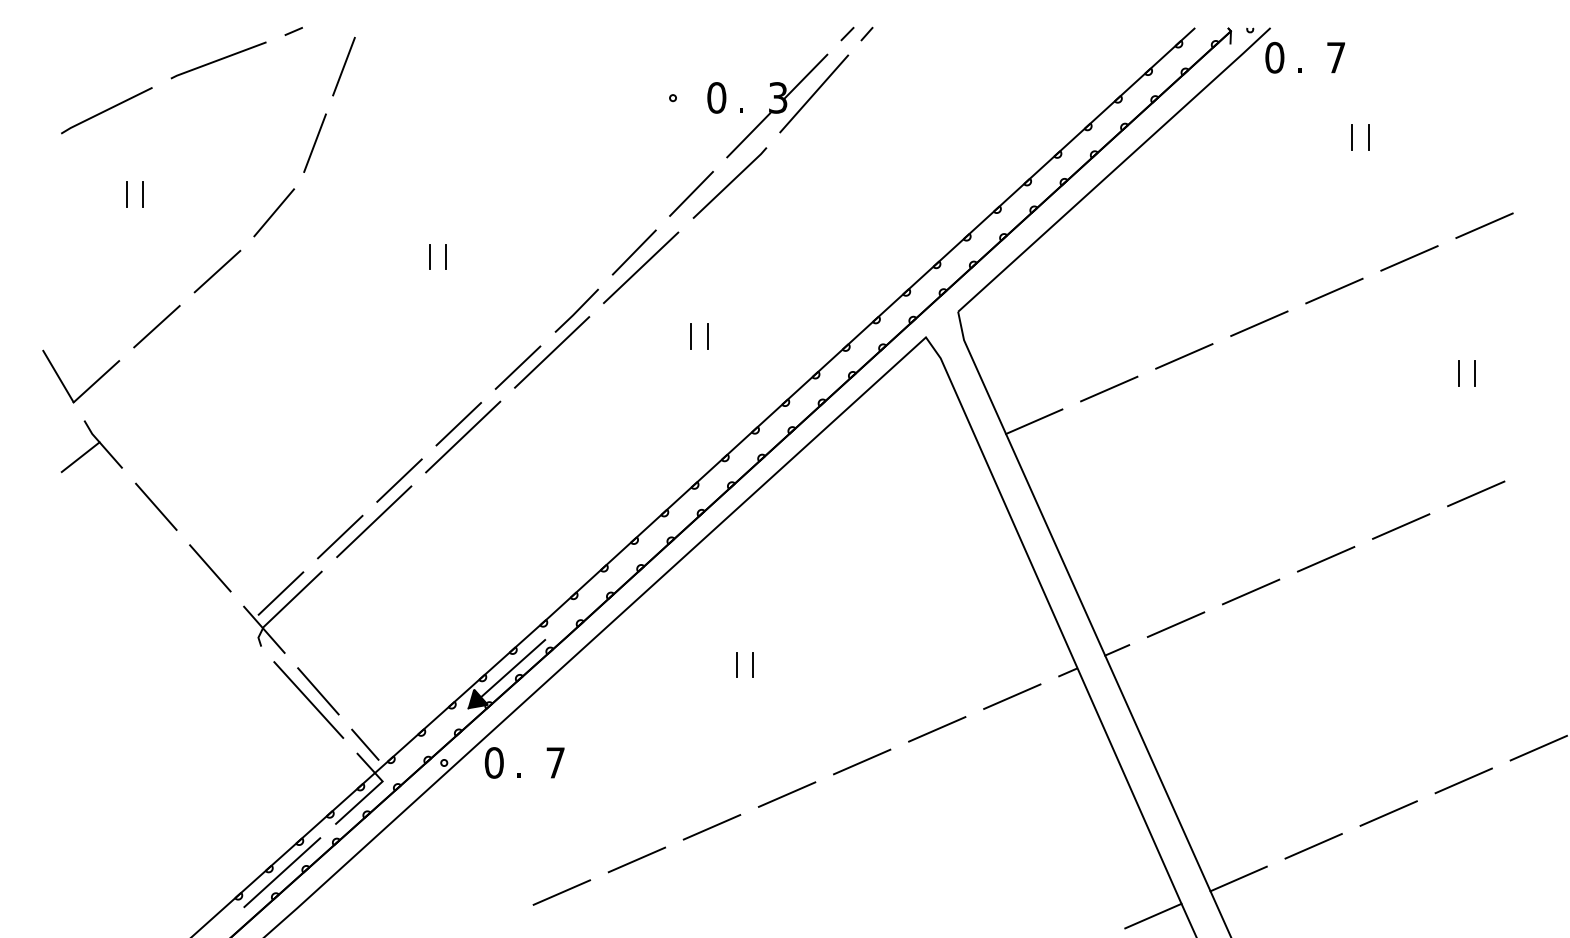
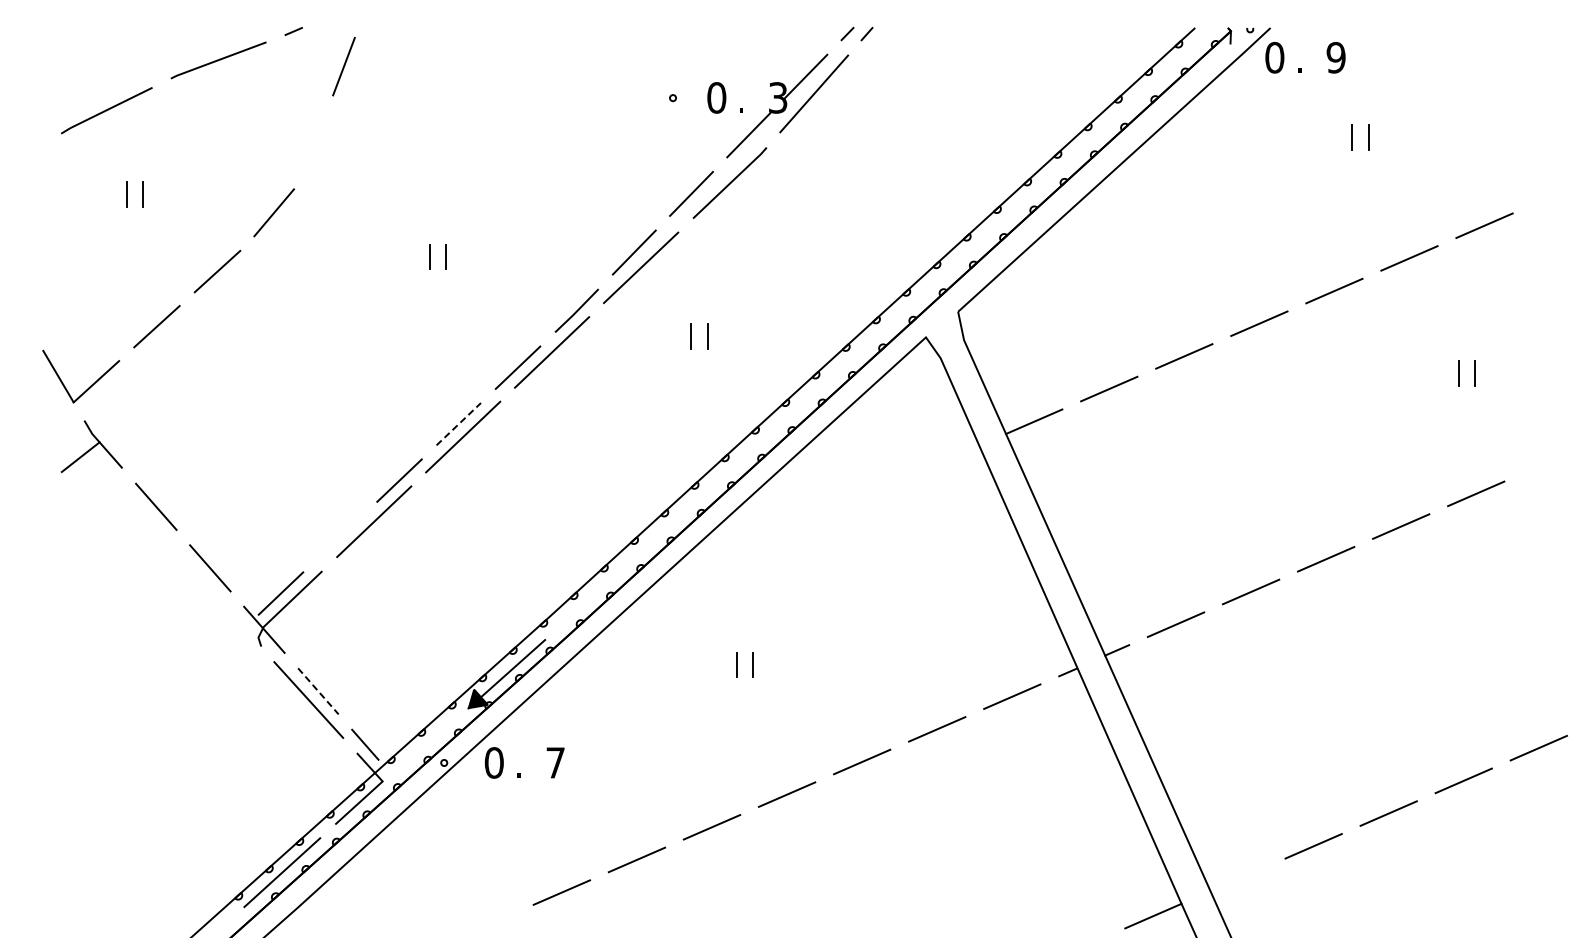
text at (1335, 57): 7 -> 9
line at (314, 142): present -> none
line at (458, 424): solid -> dashed
line at (340, 536): present -> none
line at (318, 691): solid -> dashed
line at (1238, 878): present -> none
